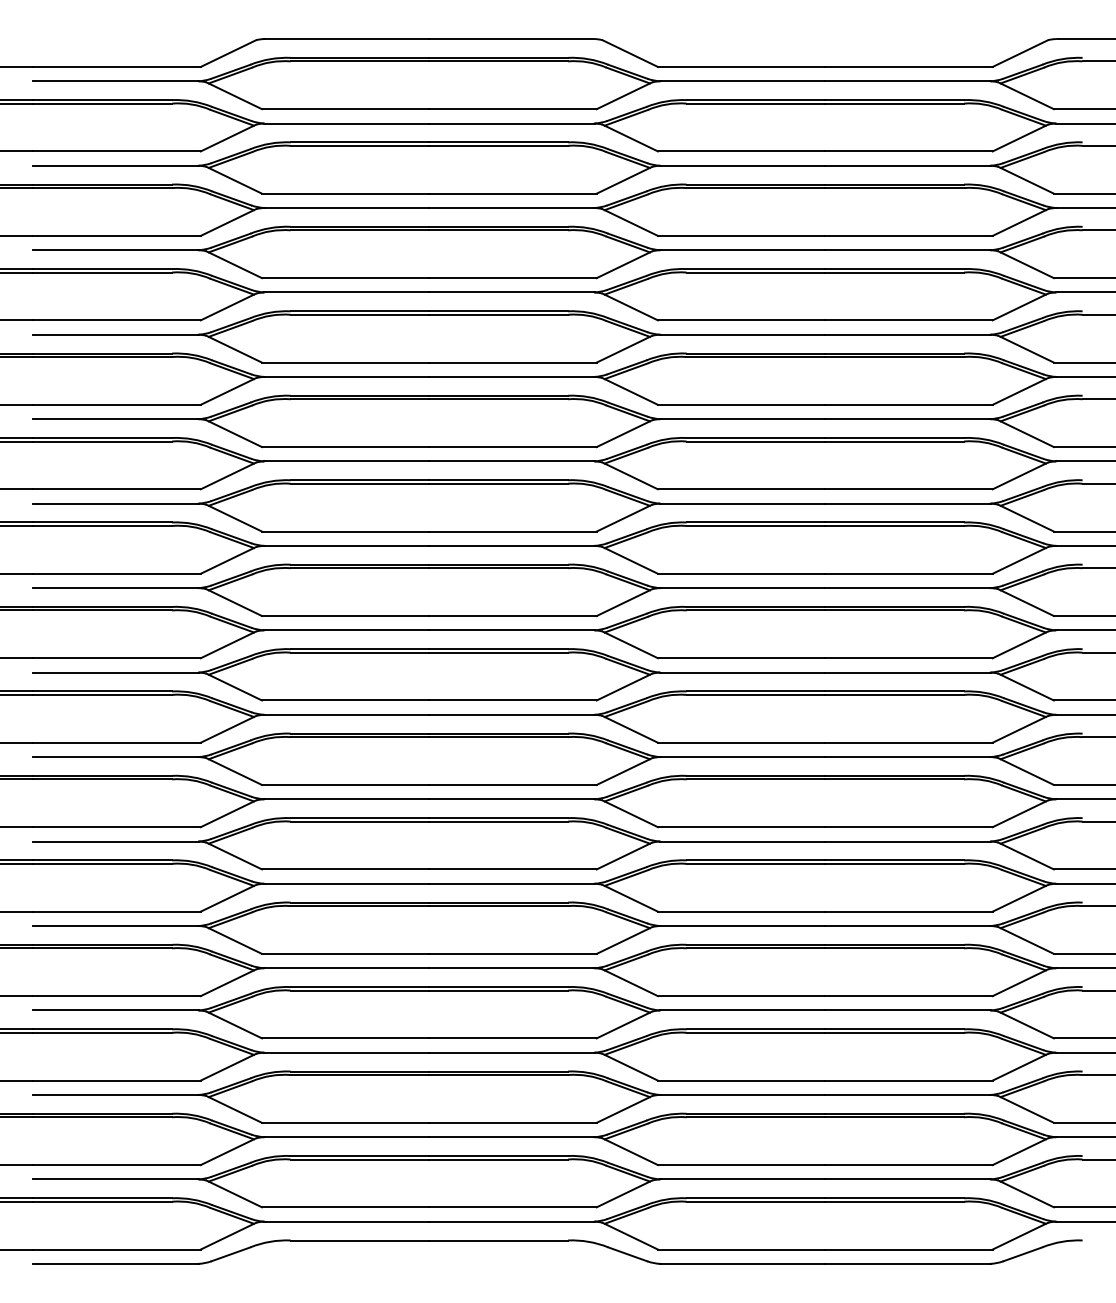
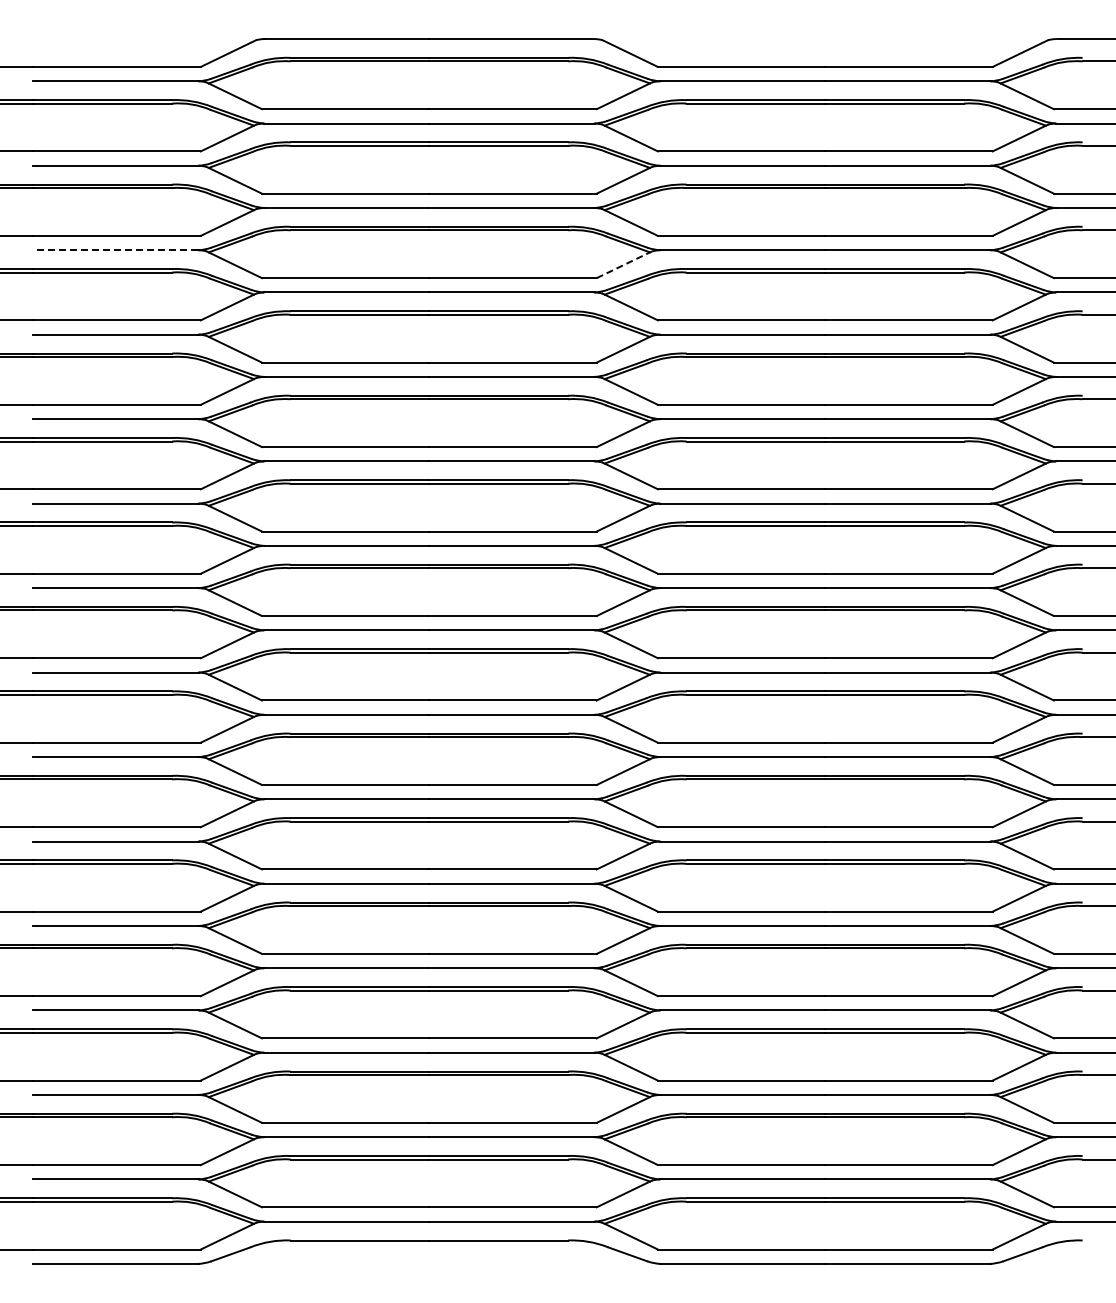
line at (115, 250): solid -> dashed
line at (624, 264): solid -> dashed
